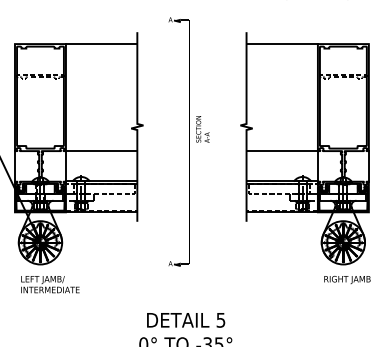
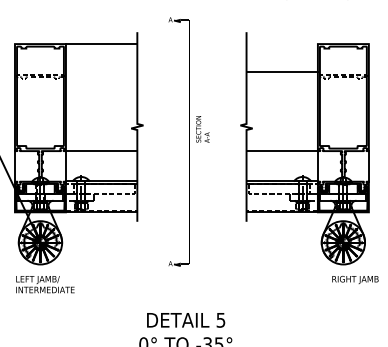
line at (281, 44) position: (281, 44) -> (281, 72)
text at (347, 279) position: (347, 279) -> (355, 279)
text at (50, 284) position: (50, 284) -> (45, 284)
